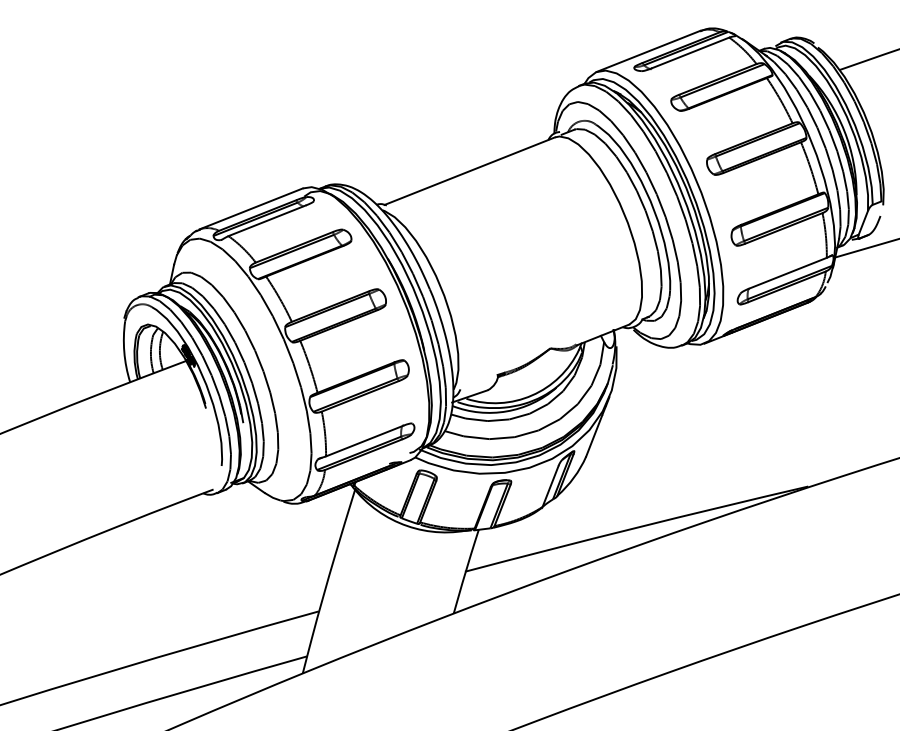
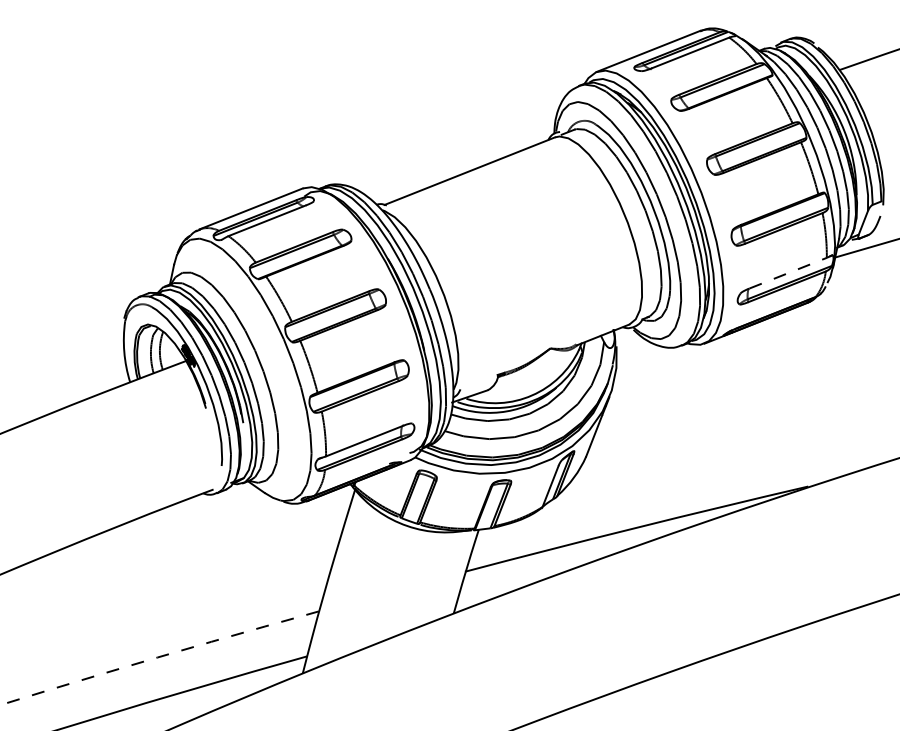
line at (788, 272): solid -> dashed
arc at (158, 657): solid -> dashed
